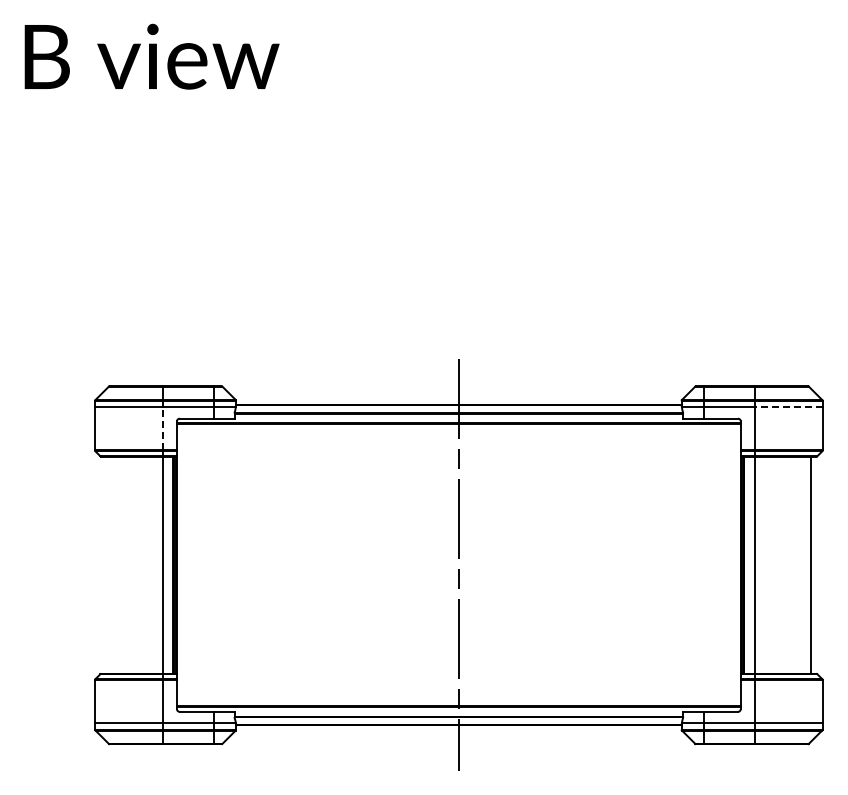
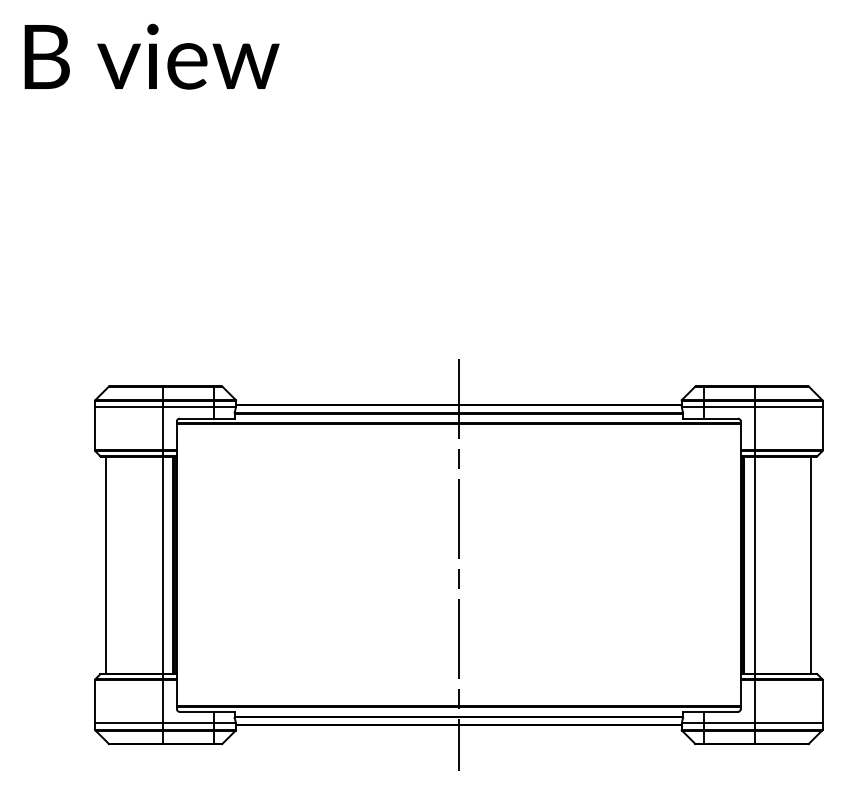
line at (788, 407): dashed -> solid
line at (162, 428): dashed -> solid
line at (106, 564): none -> present
